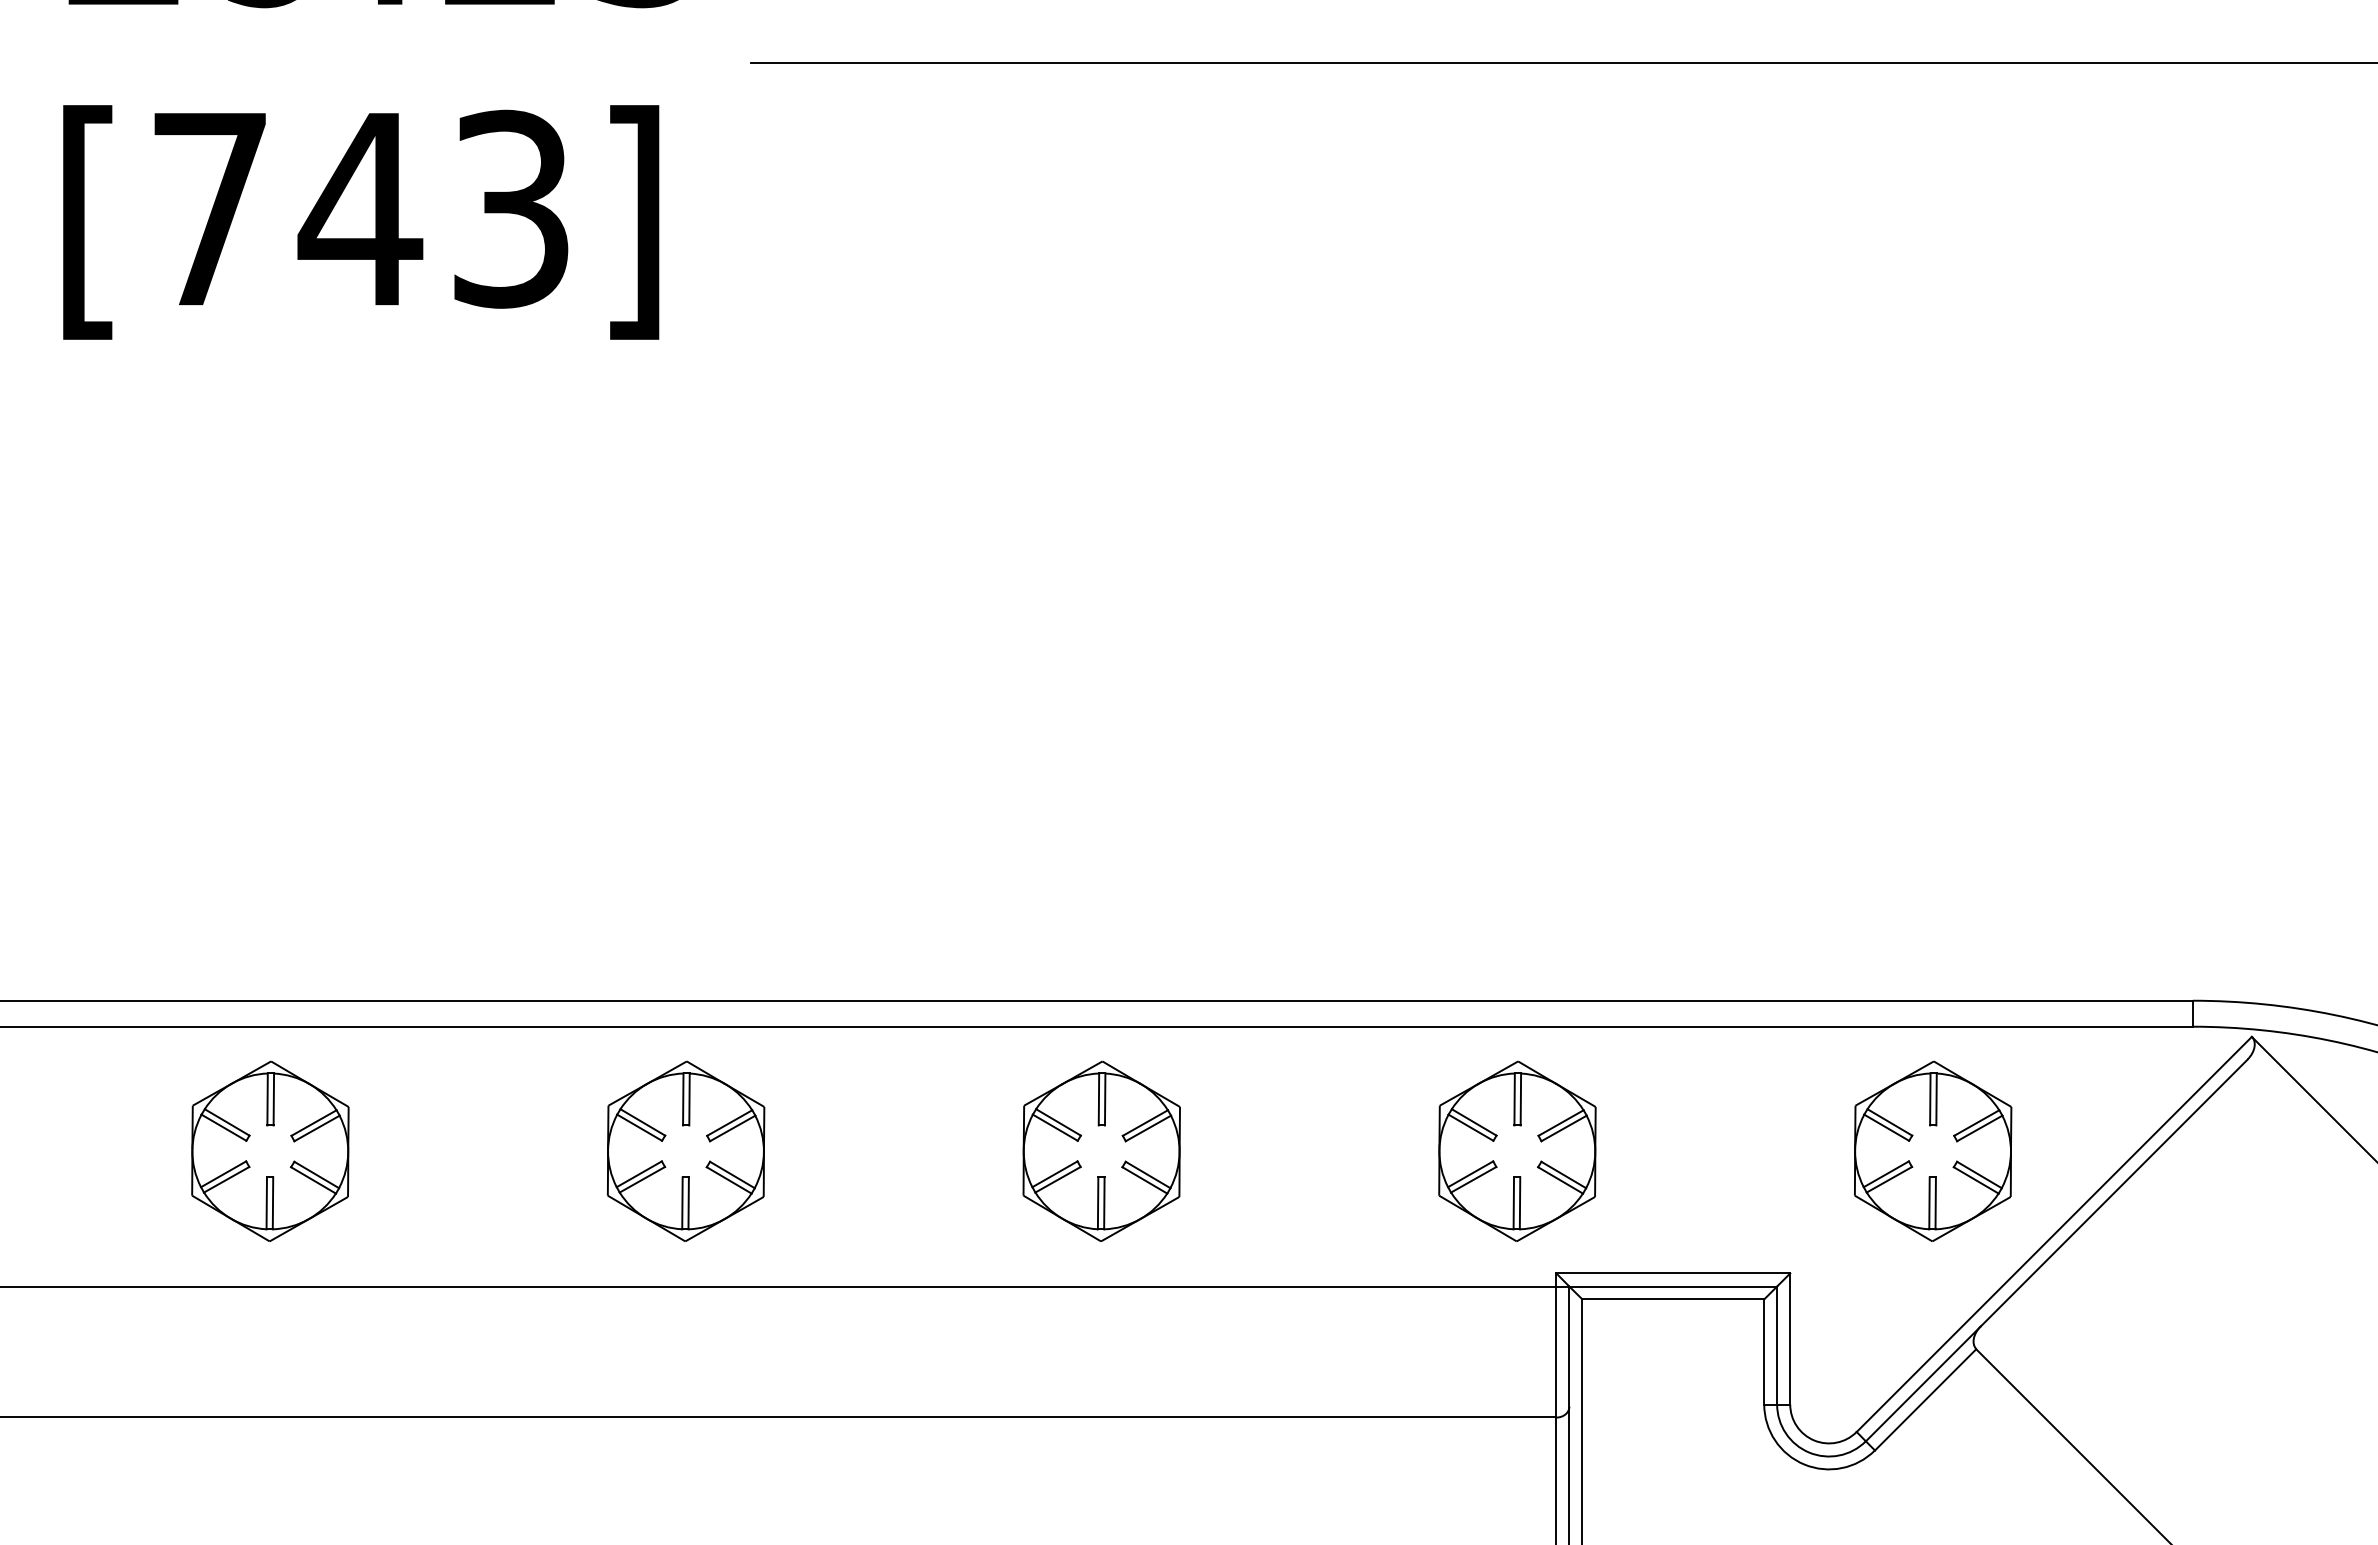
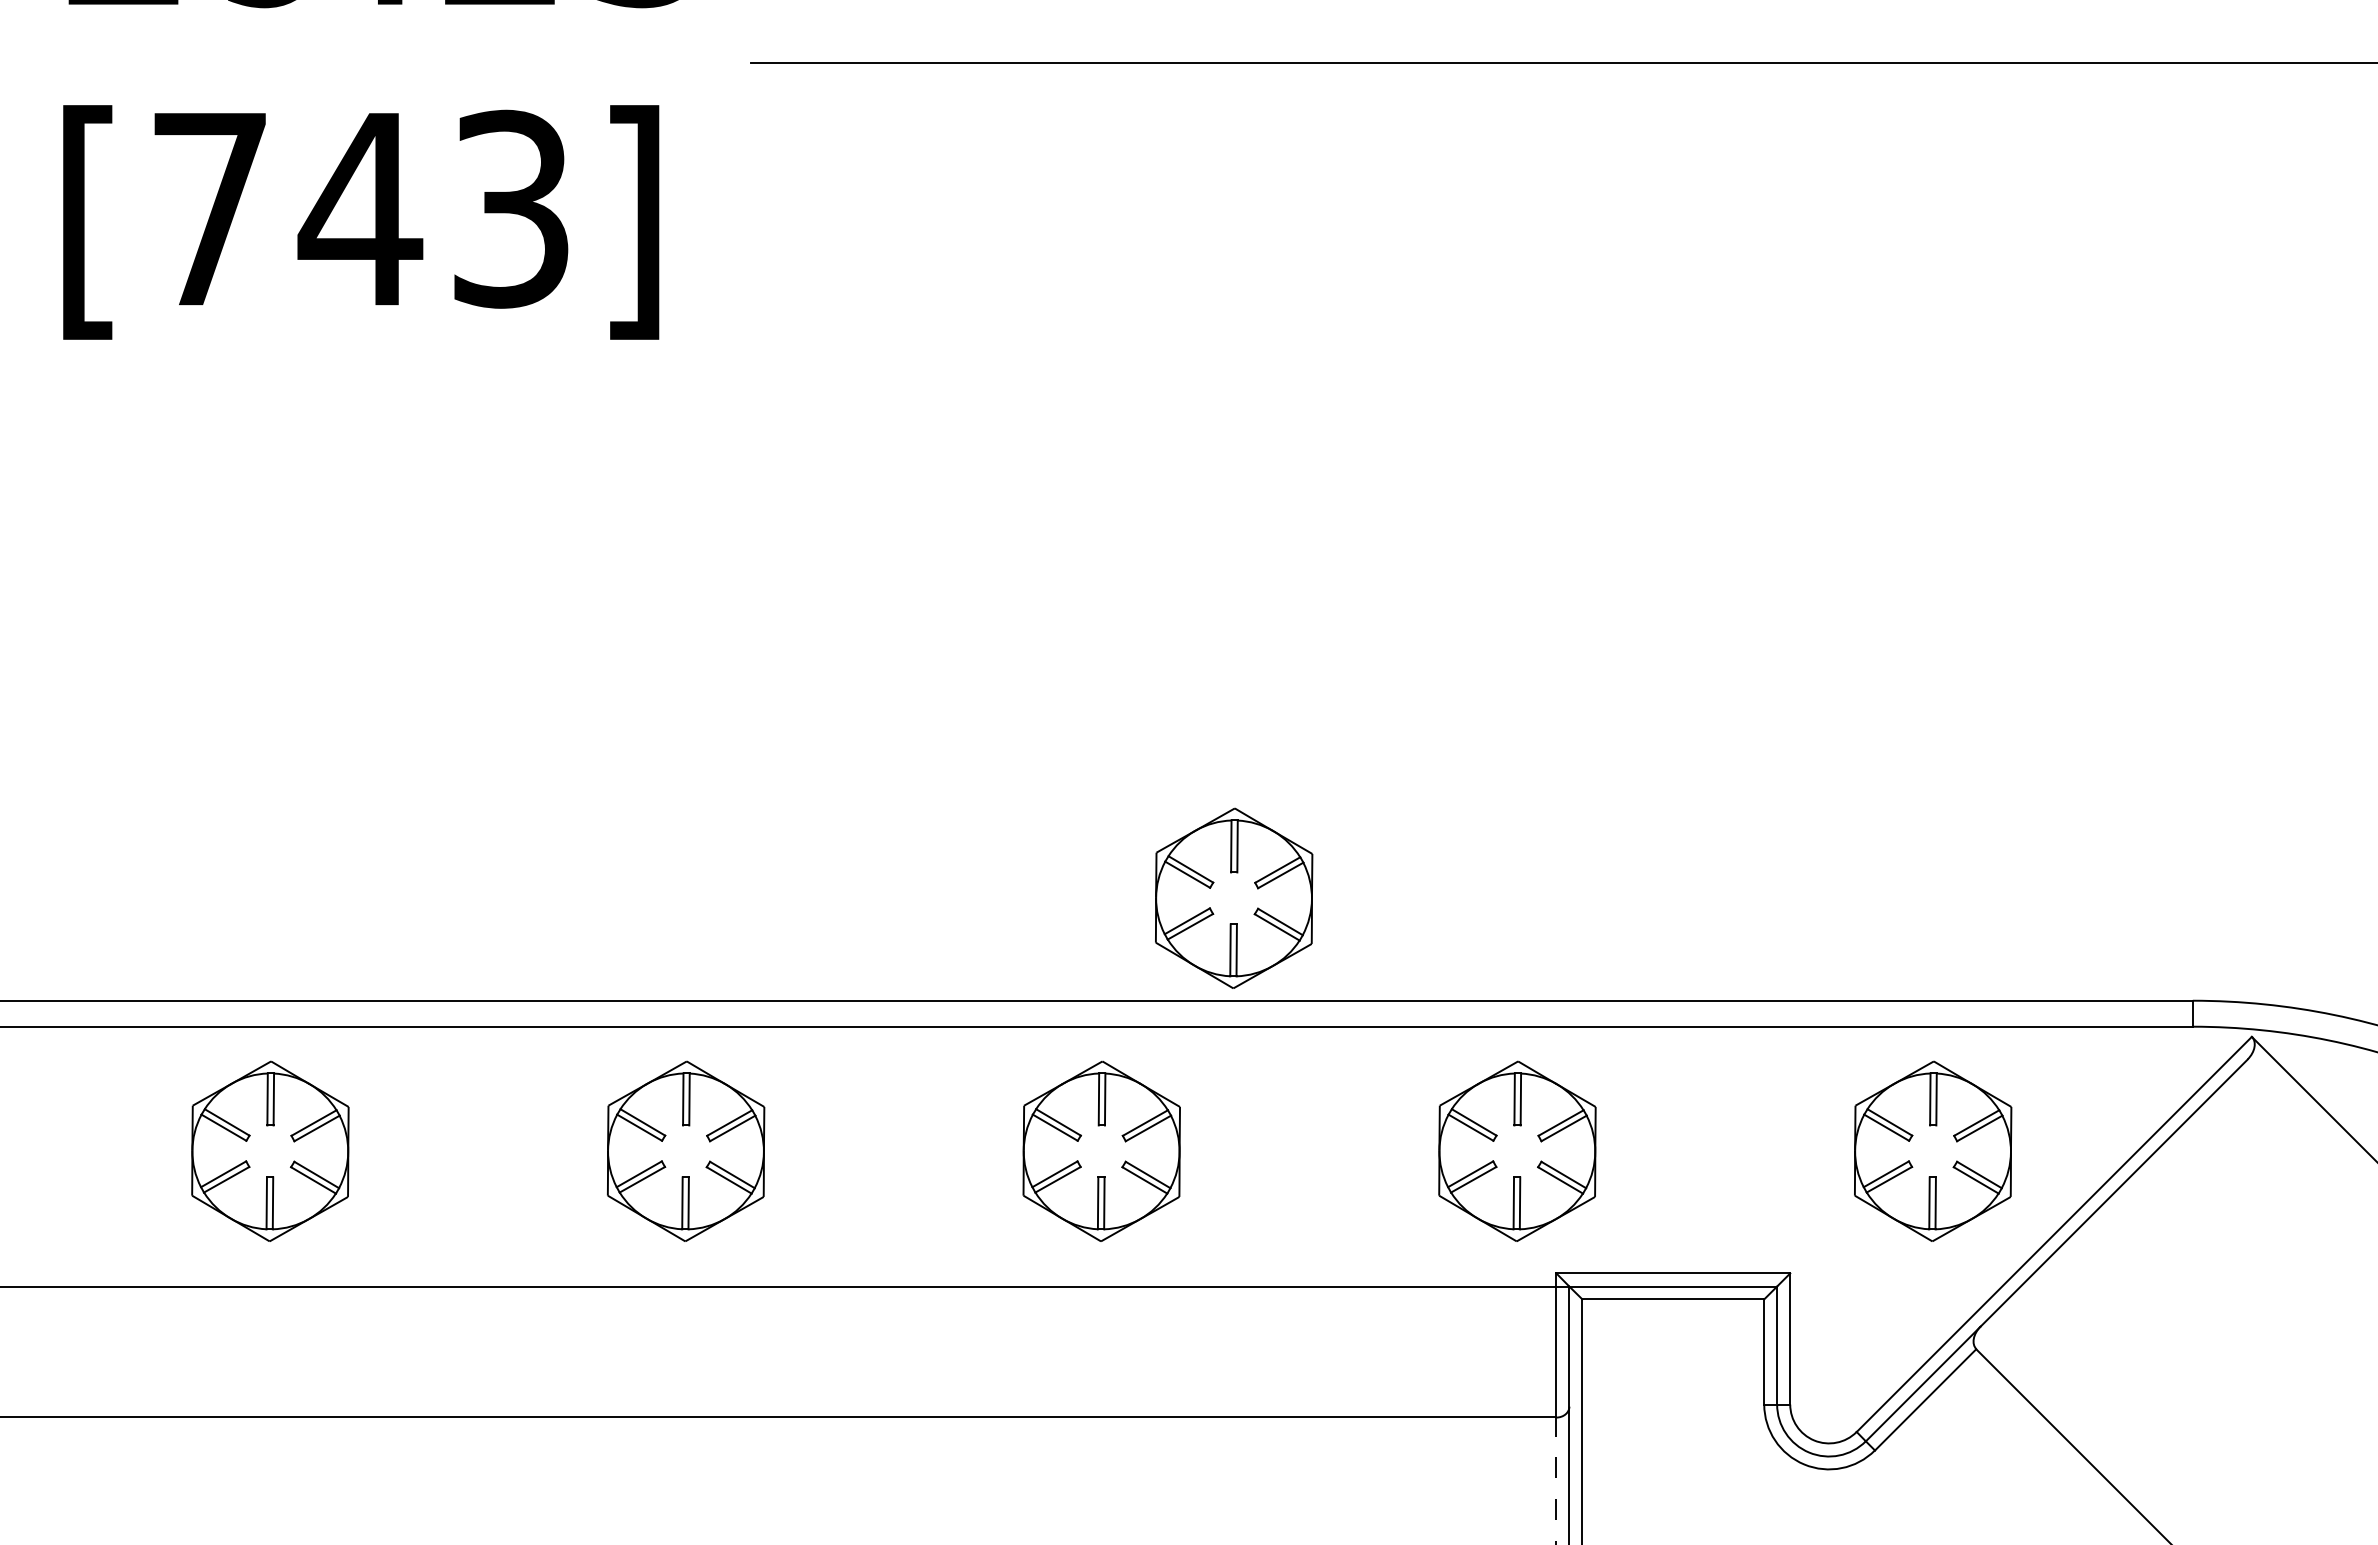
part at (1234, 897): none -> present
line at (1556, 1480): solid -> dashed
